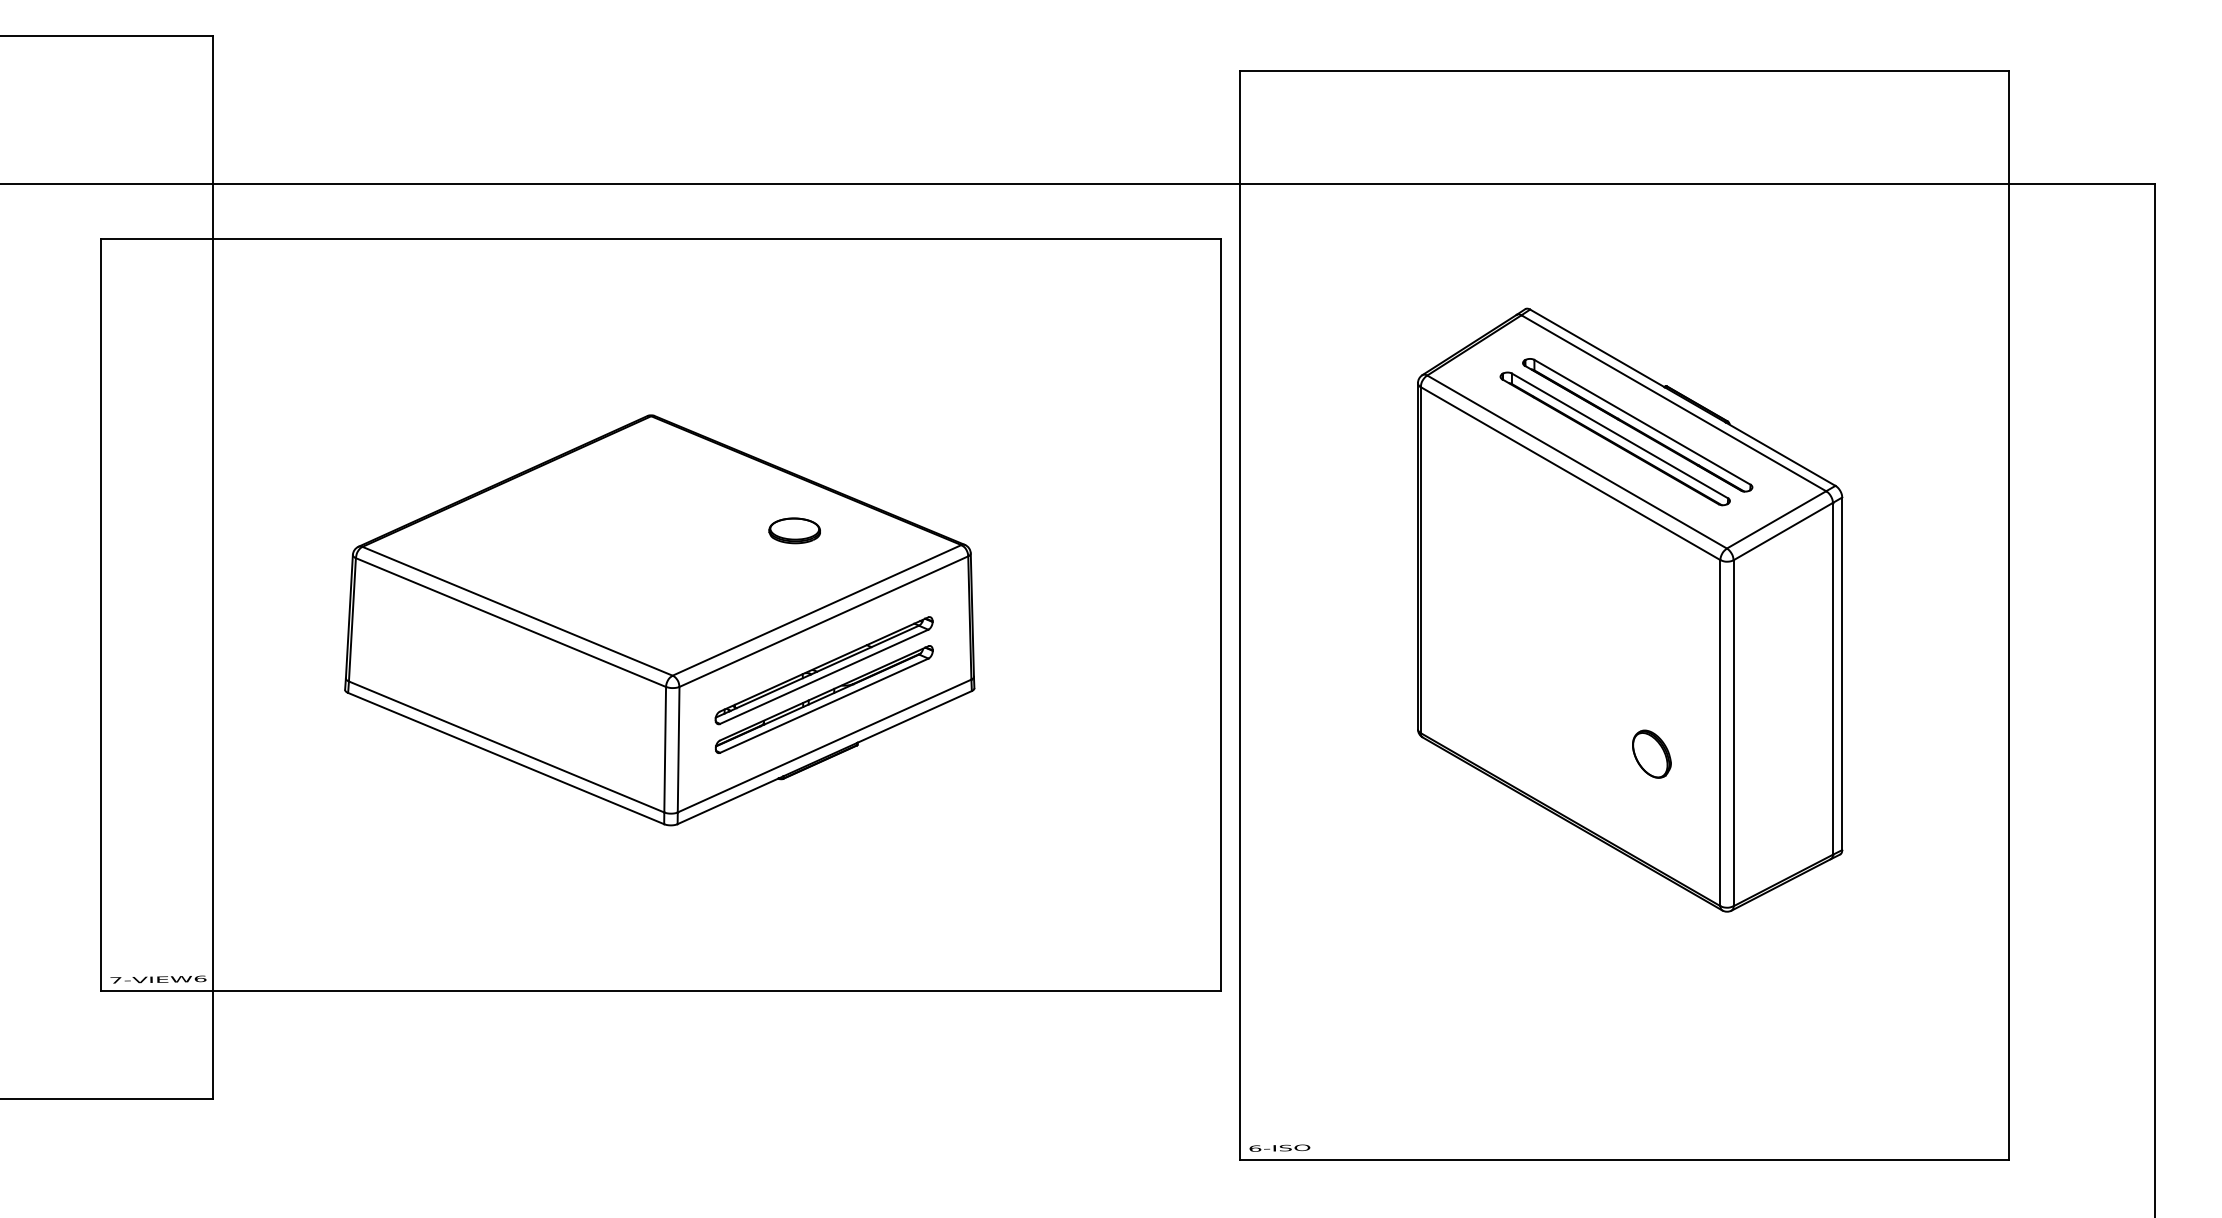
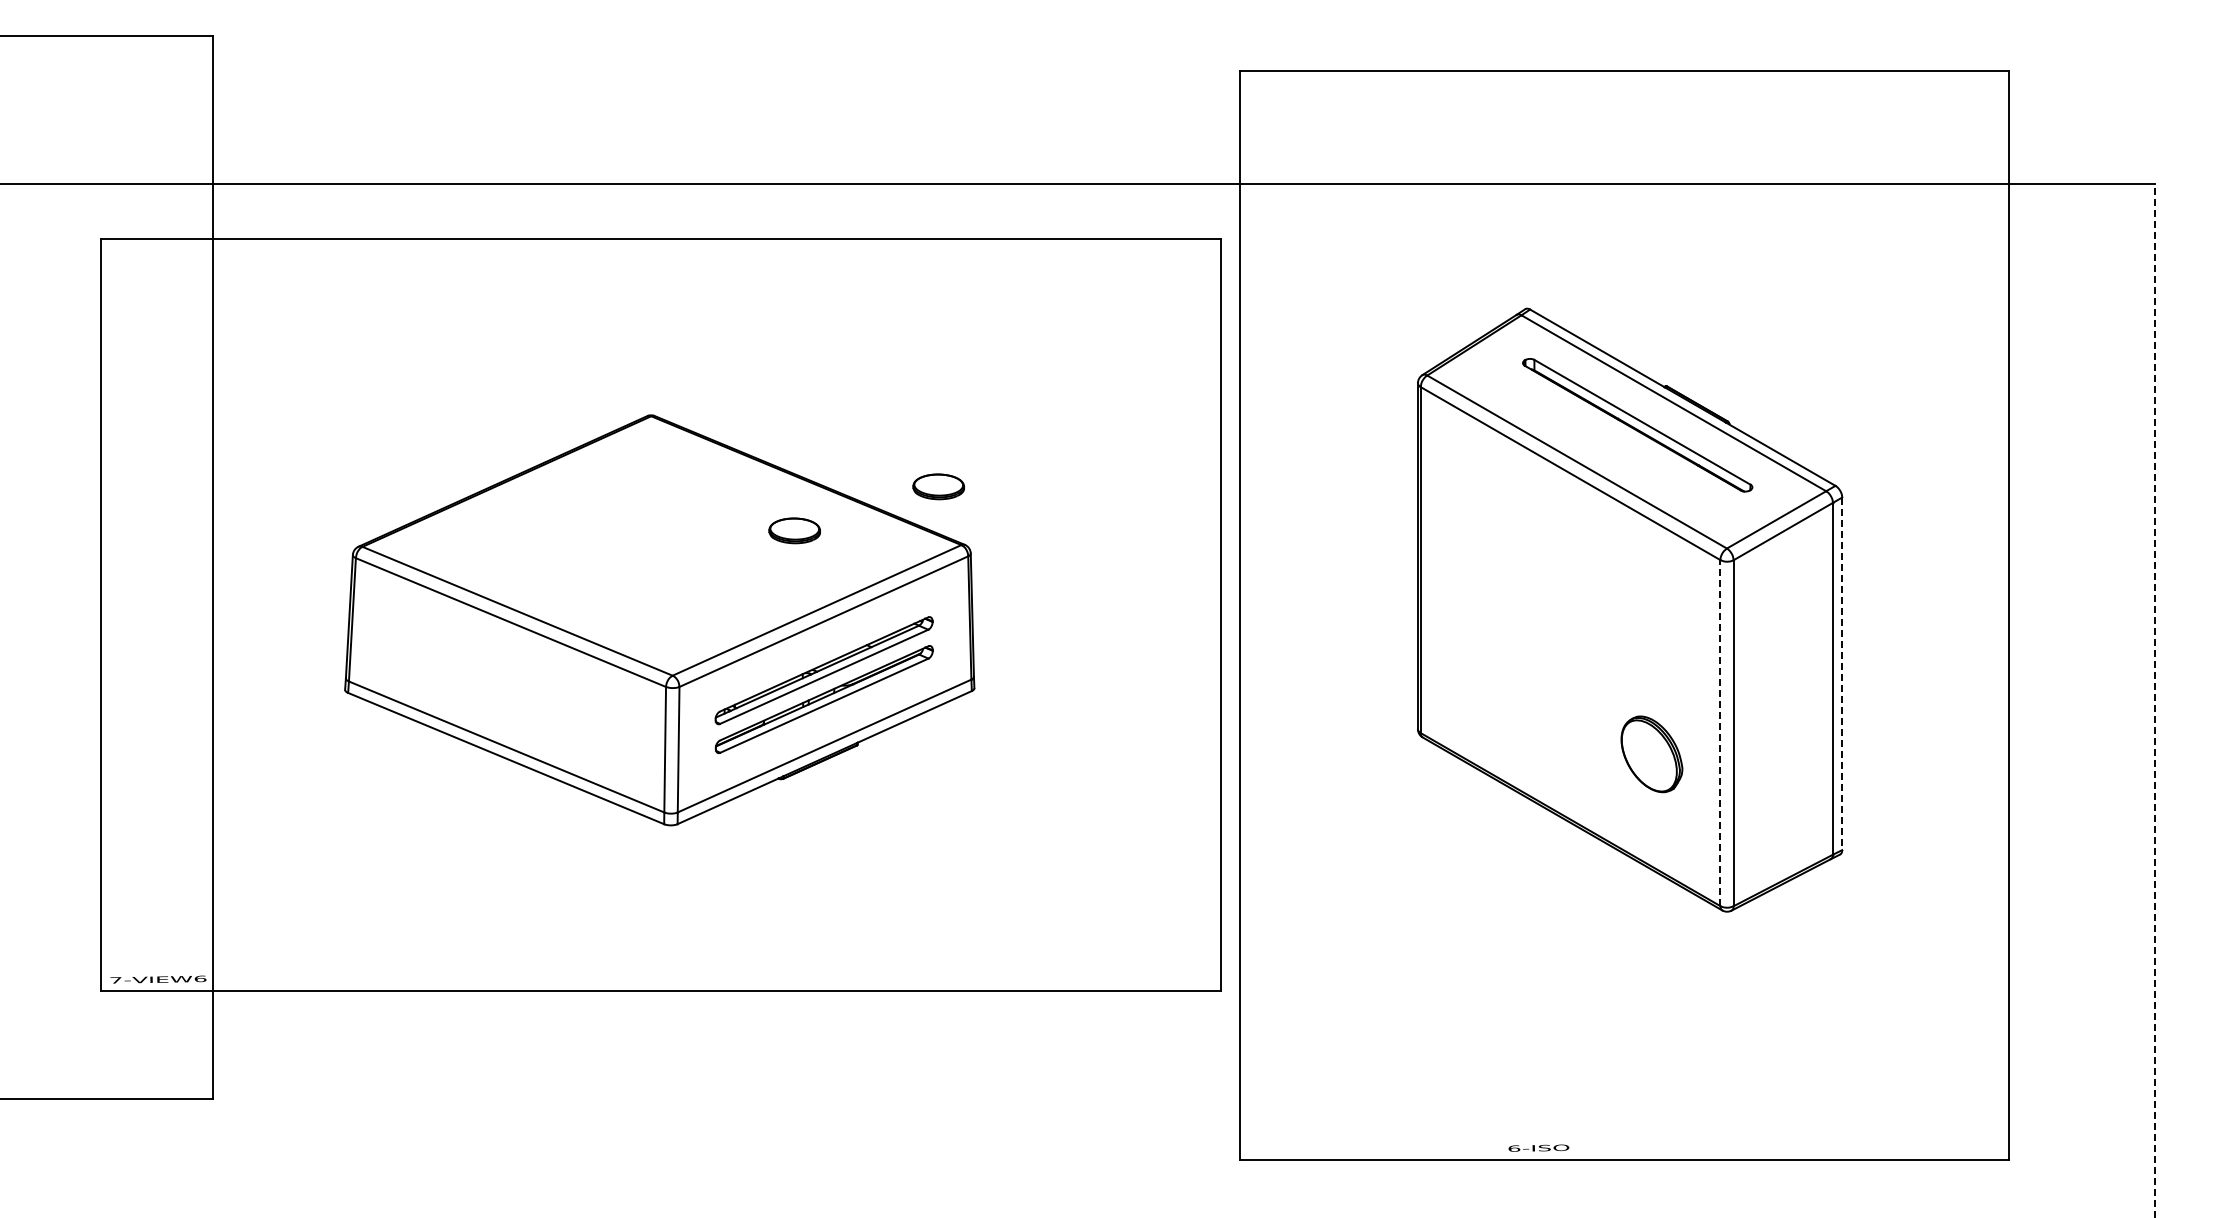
part at (1614, 438): present -> none
part at (938, 486): none -> present
line at (1842, 674): solid -> dashed
line at (2155, 700): solid -> dashed
line at (1720, 732): solid -> dashed
part at (1651, 753) size: 40x50 px -> 64x79 px
text at (1279, 1147) position: (1279, 1147) -> (1538, 1147)
